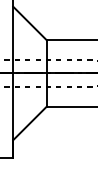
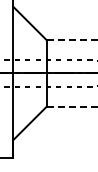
line at (72, 40): solid -> dashed
line at (72, 106): solid -> dashed
